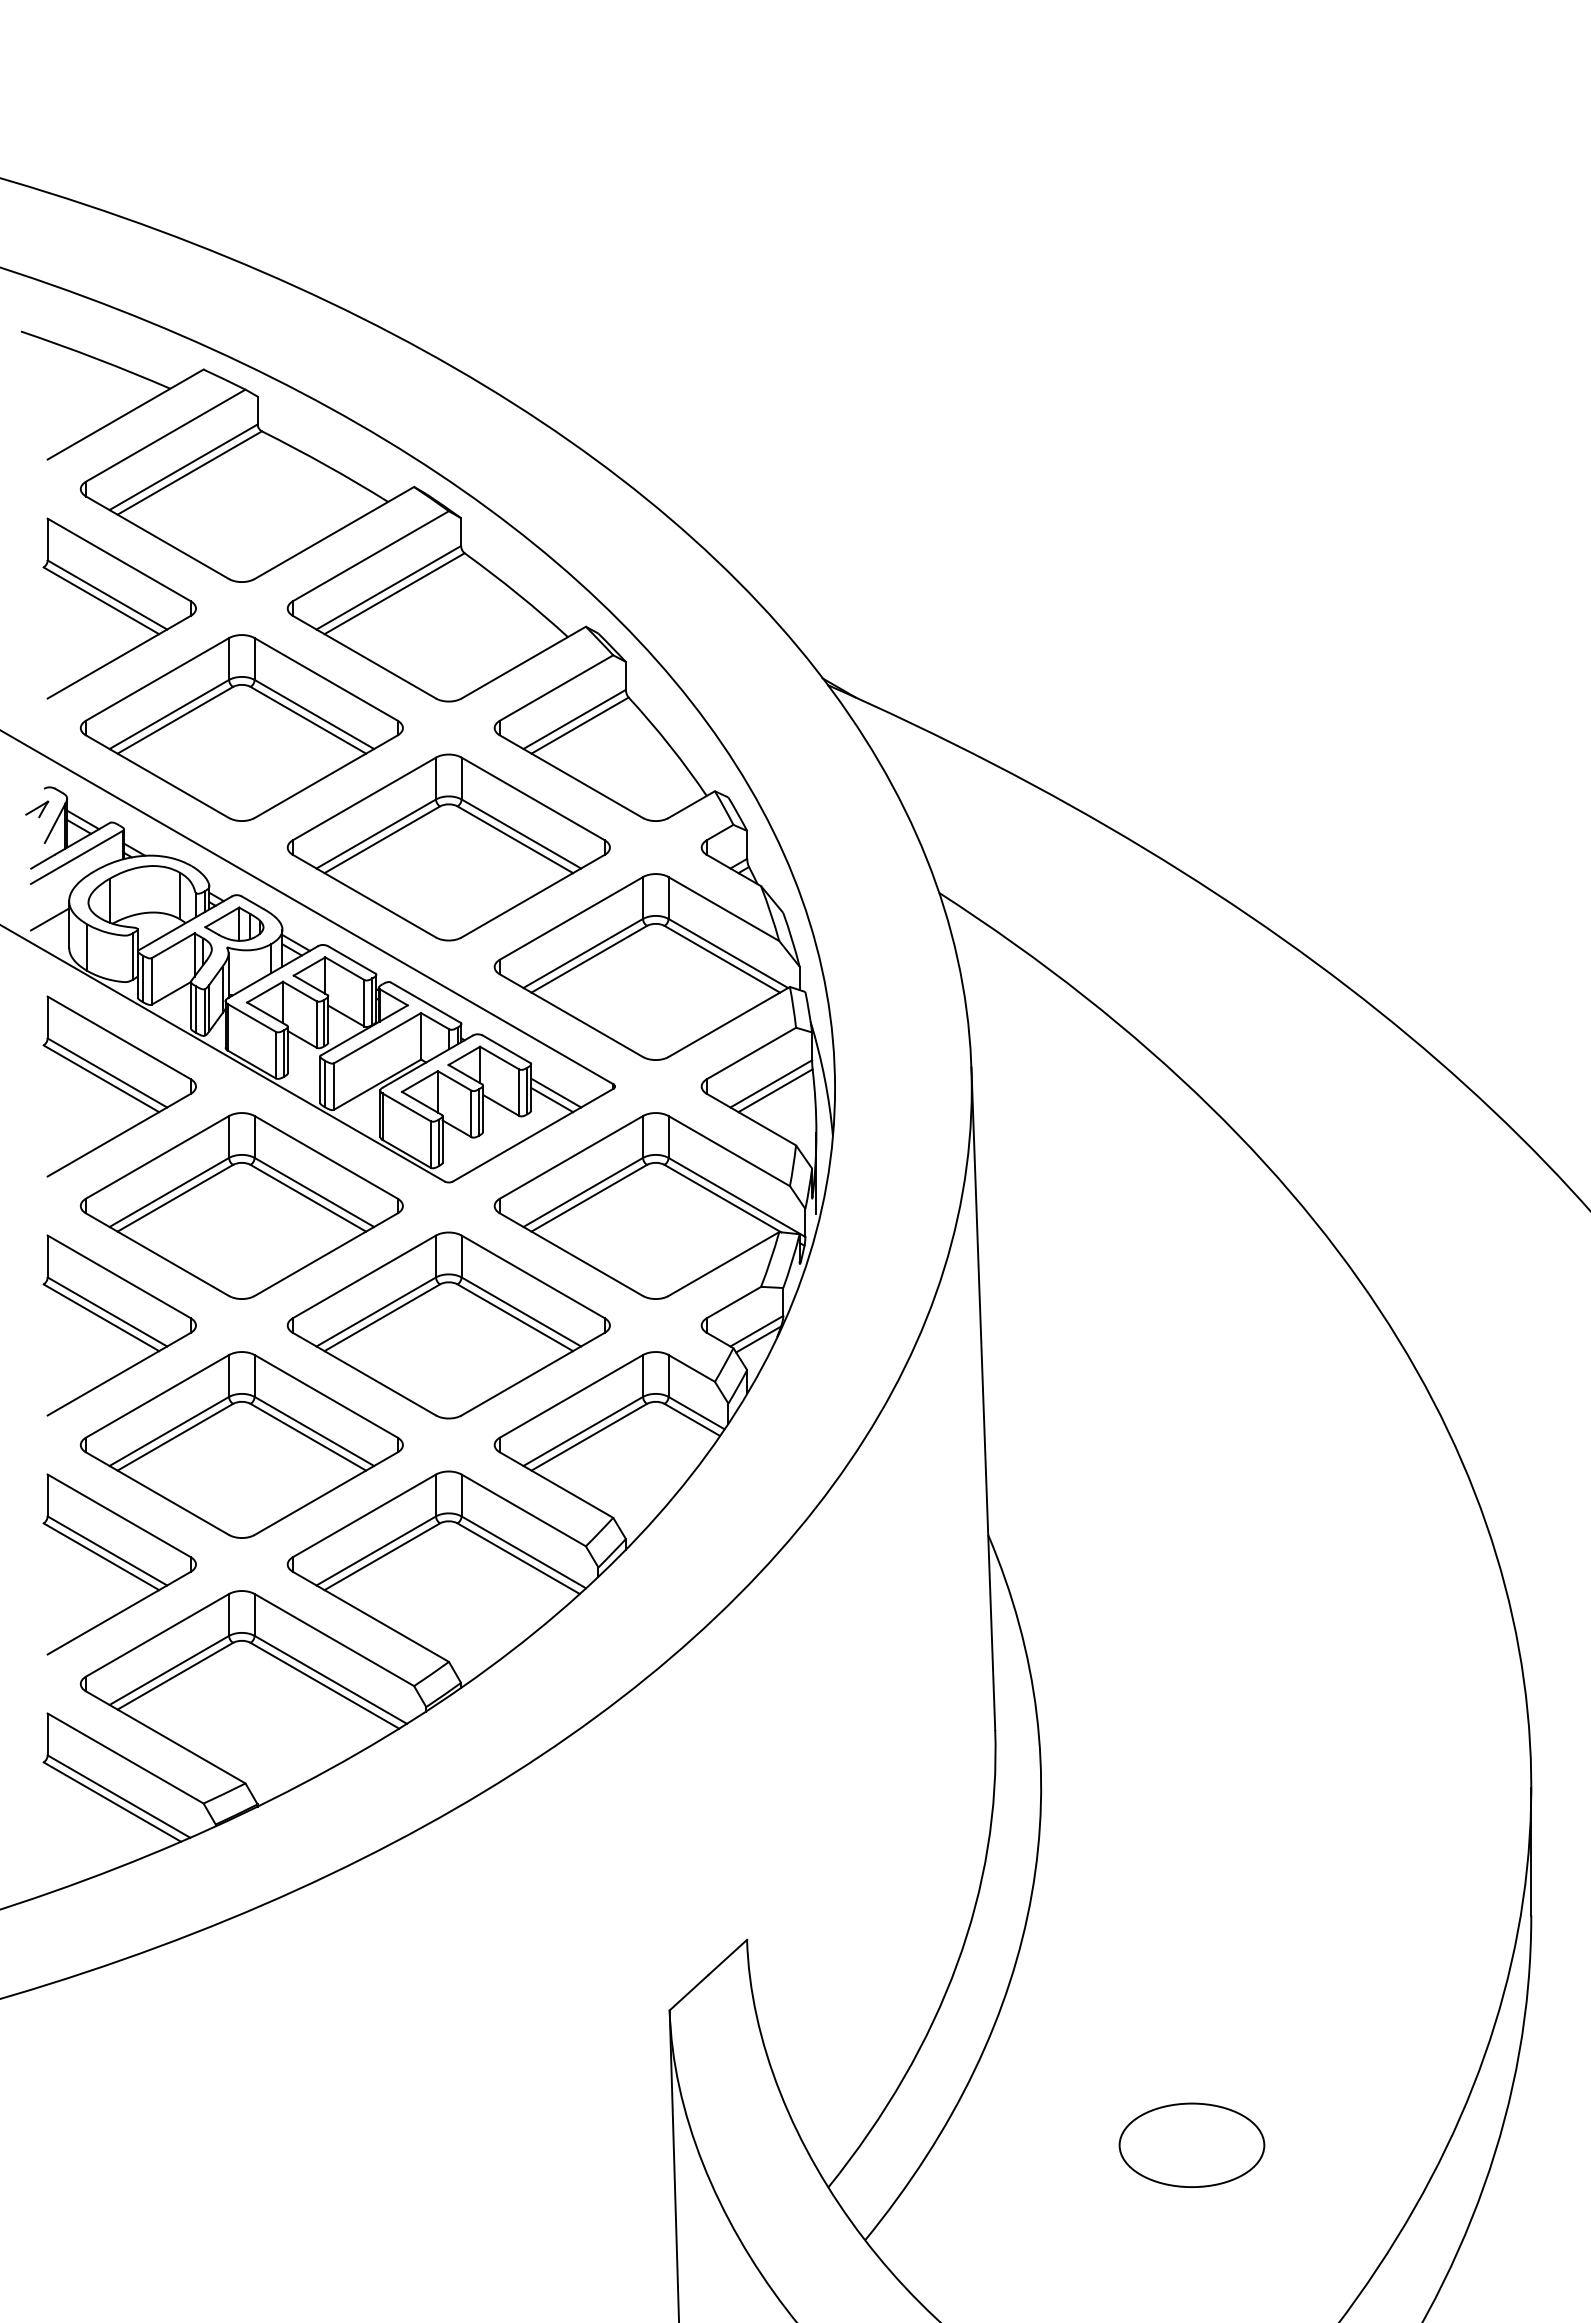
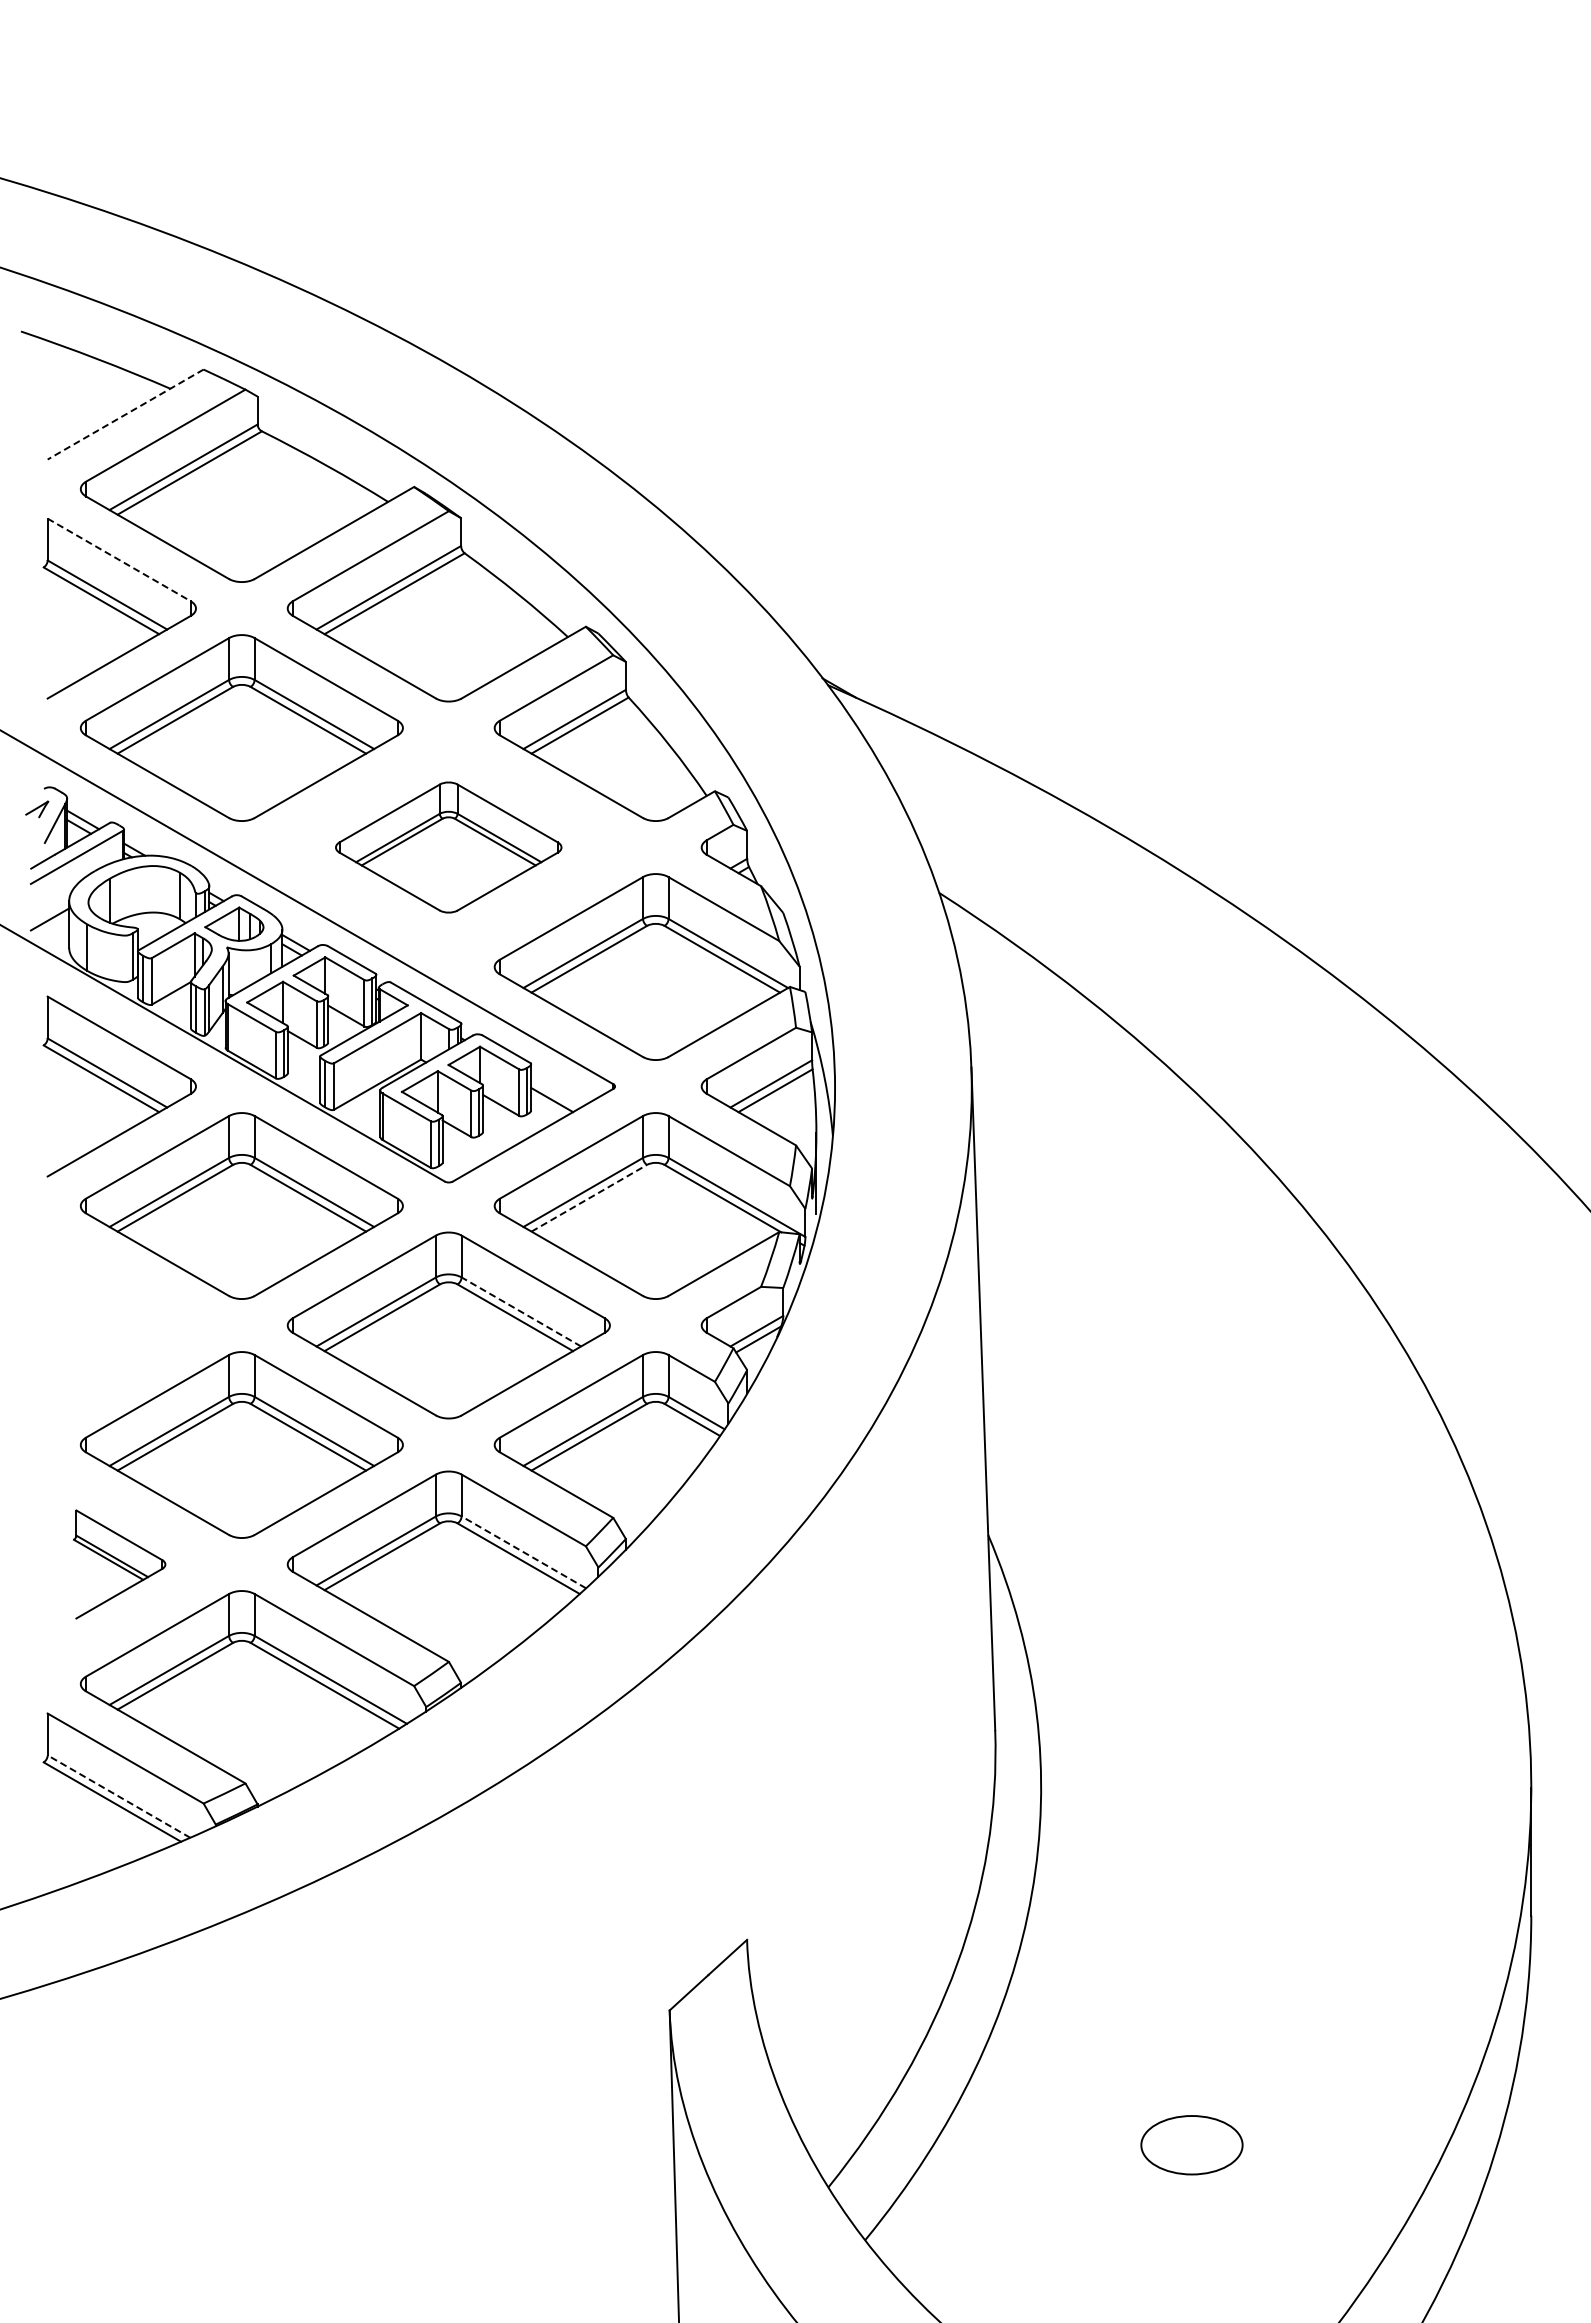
line at (125, 414): solid -> dashed
line at (119, 559): solid -> dashed
part at (448, 847) size: 325x189 px -> 228x133 px
line at (556, 1092): present -> none
line at (589, 1198): solid -> dashed
line at (520, 1311): solid -> dashed
part at (119, 1325): present -> none
line at (523, 1552): solid -> dashed
part at (119, 1564) size: 155x183 px -> 94x111 px
line at (118, 1796): solid -> dashed
part at (1191, 2144) size: 148x86 px -> 104x61 px
